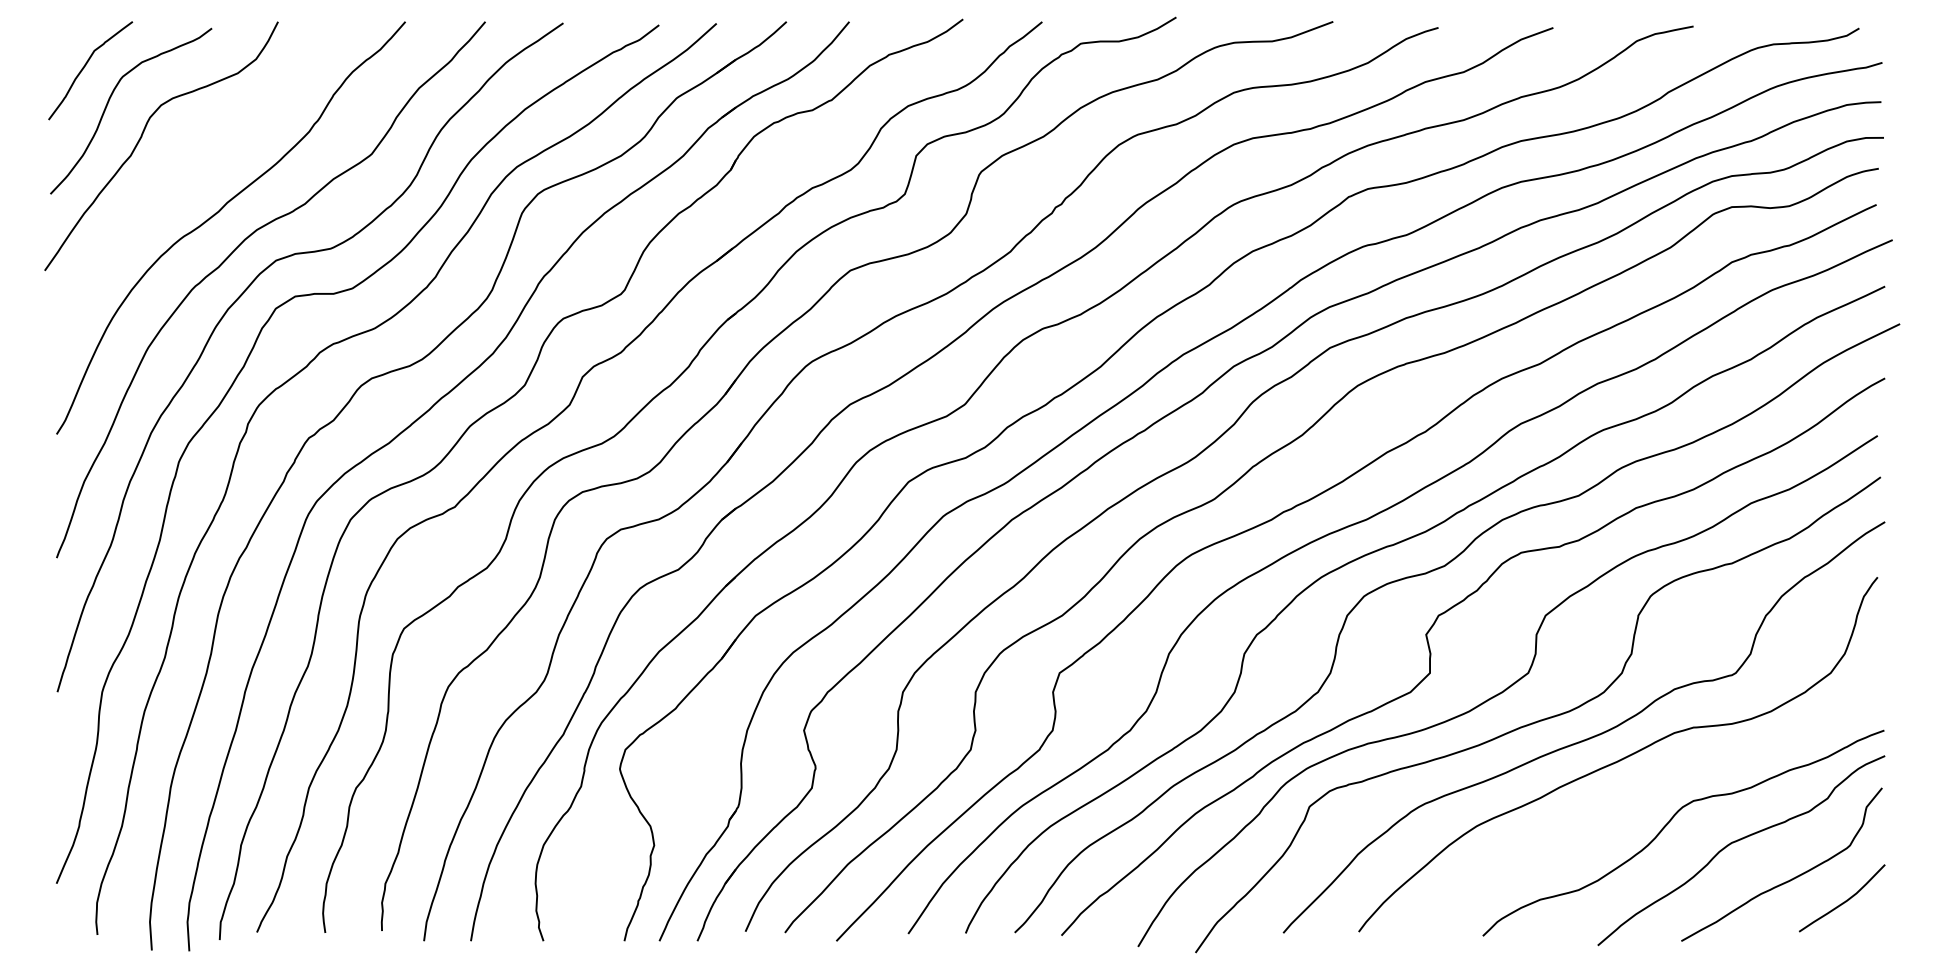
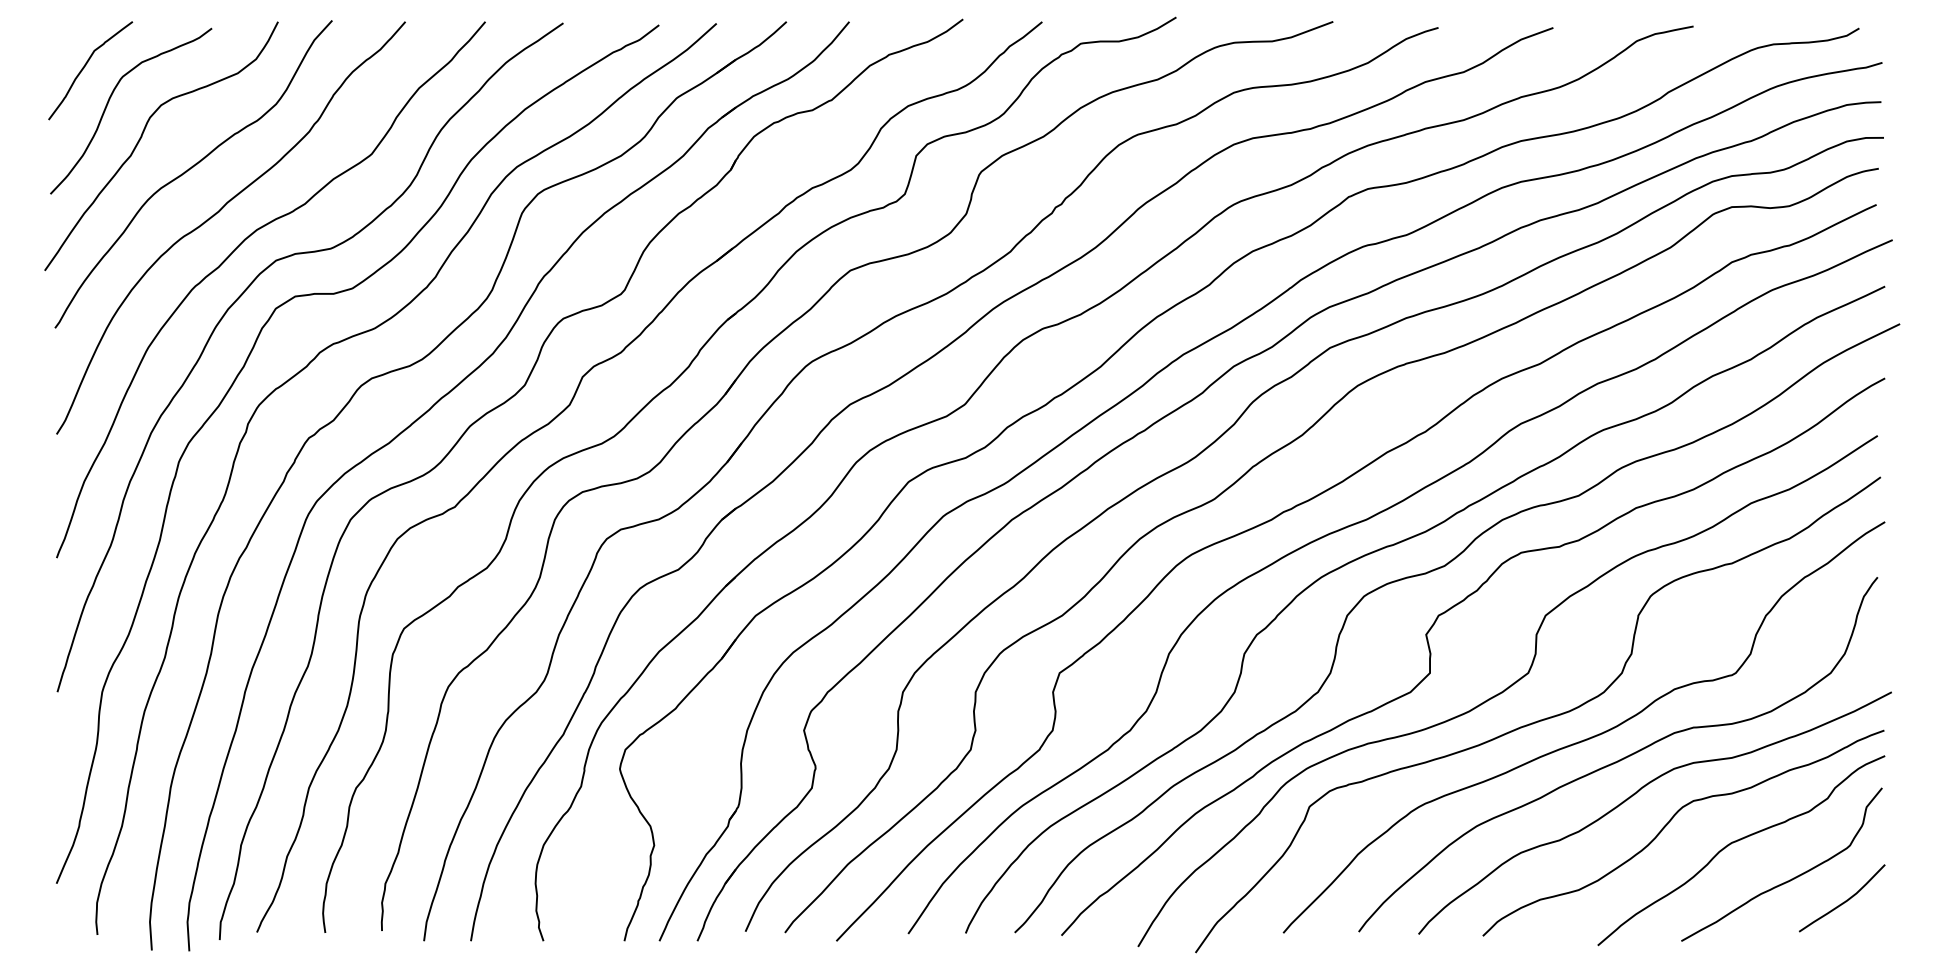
curve at (189, 170): none -> present
curve at (1638, 792): none -> present
